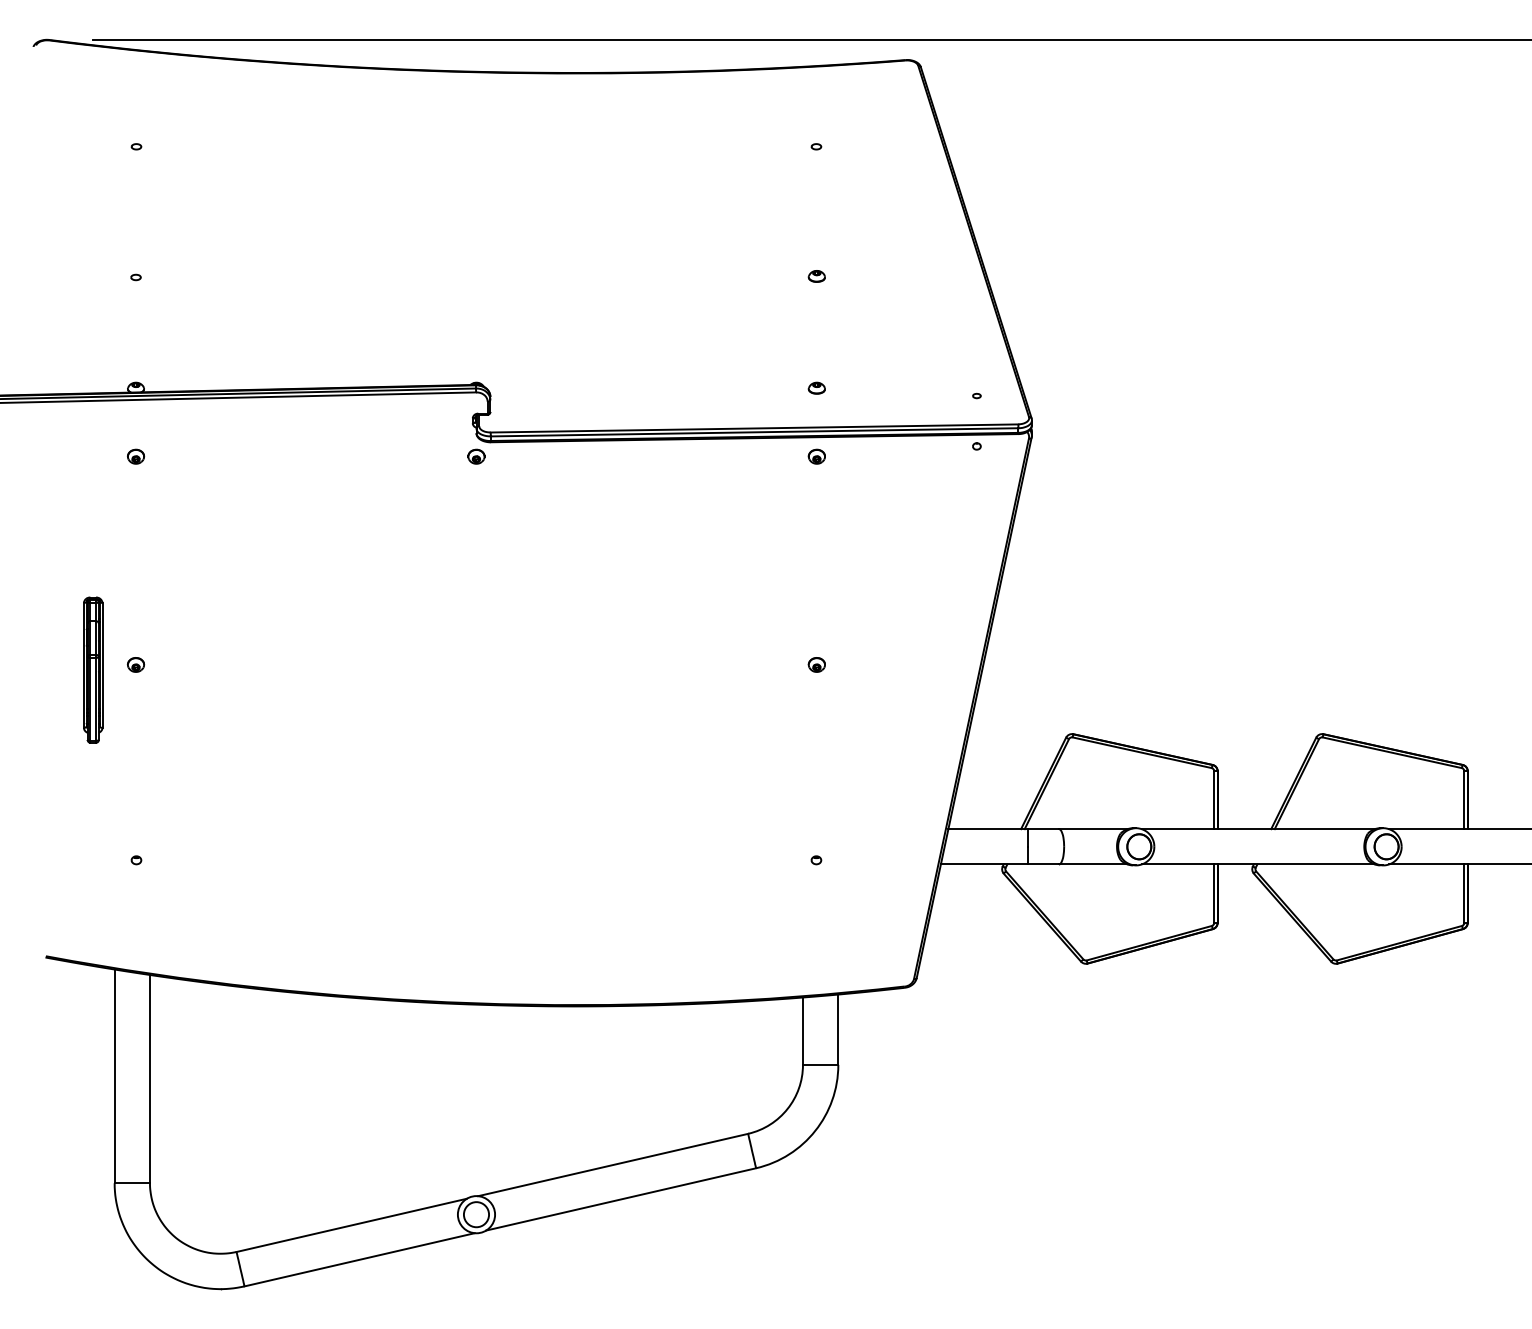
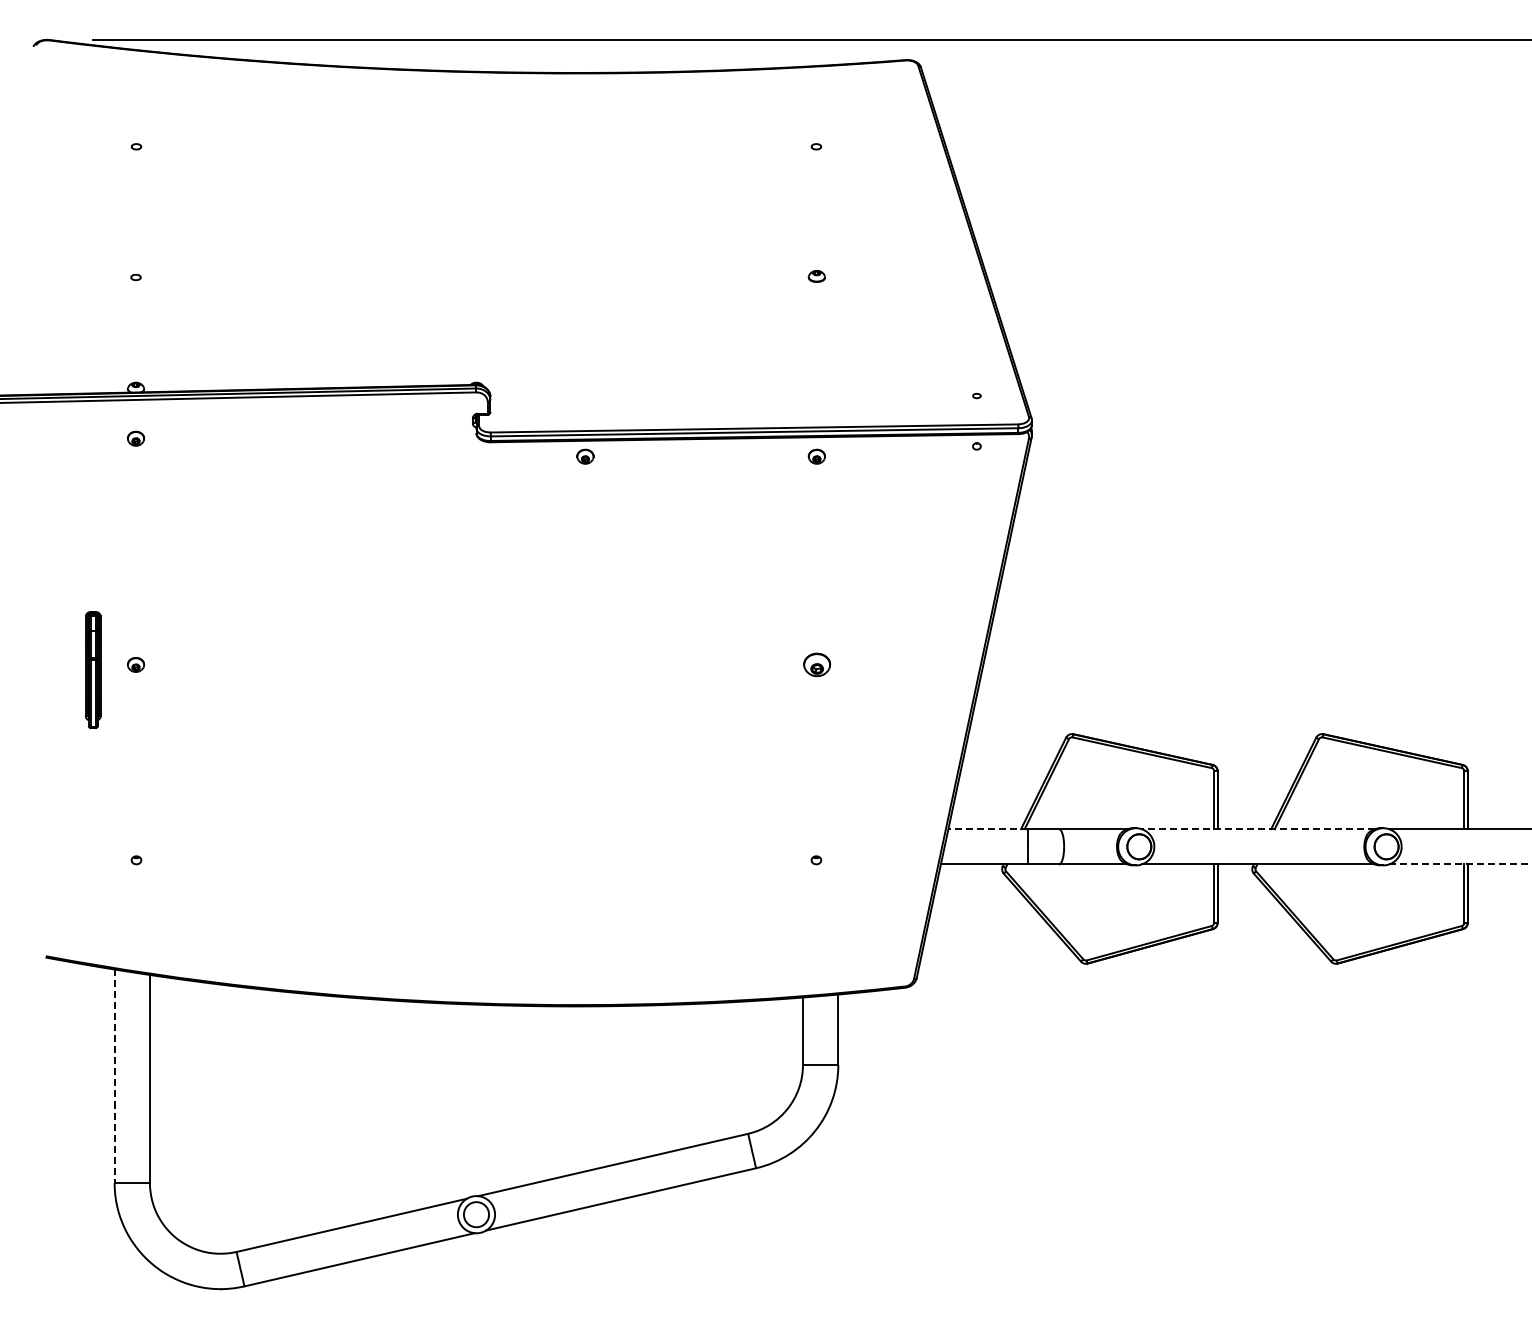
part at (816, 387): present -> none
part at (136, 456) position: (136, 456) -> (136, 438)
part at (476, 456) position: (476, 456) -> (585, 456)
part at (816, 664) size: 19x16 px -> 29x26 px
part at (93, 669) size: 21x148 px -> 17x119 px
line at (988, 829): solid -> dashed
line at (1258, 829): solid -> dashed
line at (1460, 864): solid -> dashed
line at (114, 1076): solid -> dashed
